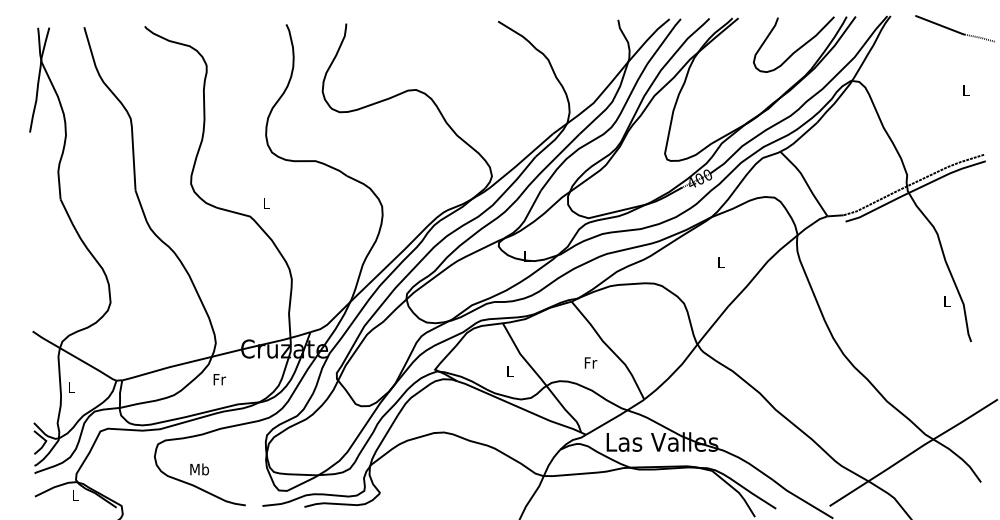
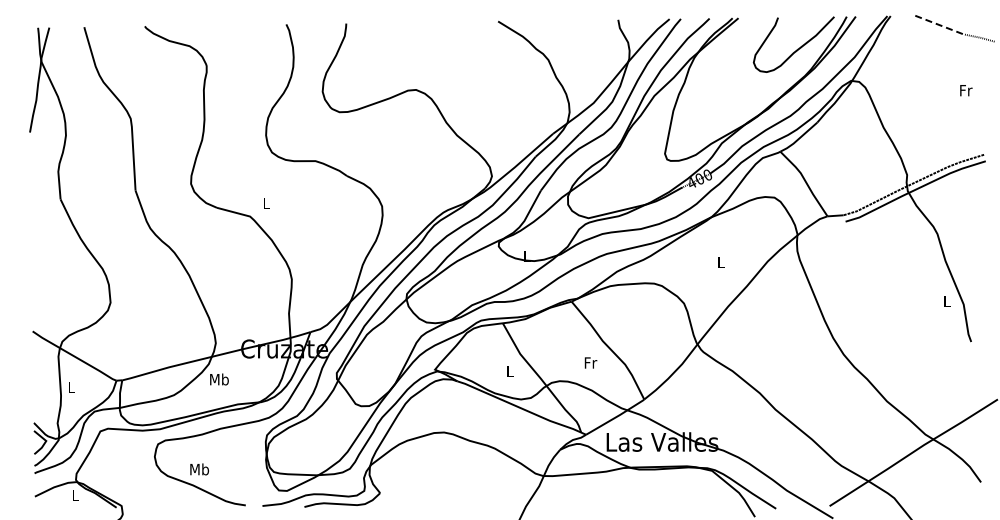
line at (941, 25): solid -> dashed
text at (966, 90): L -> Fr
text at (219, 379): Fr -> Mb
